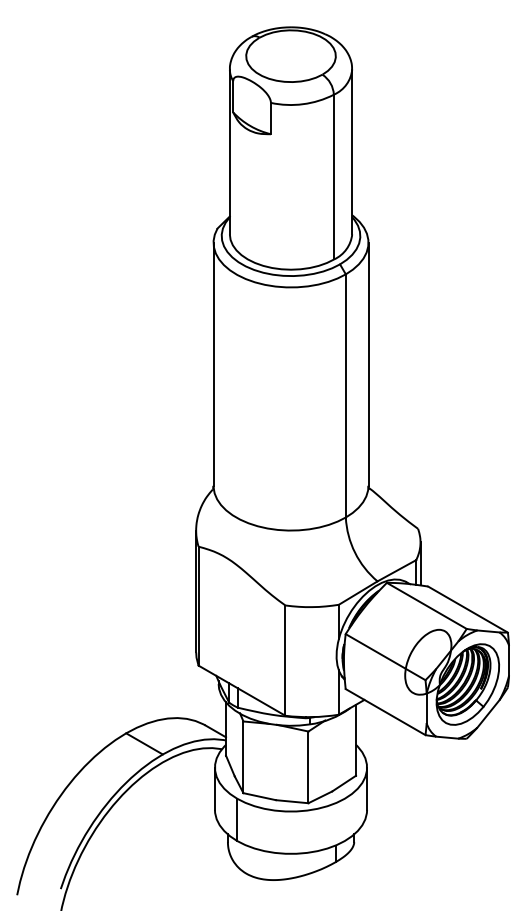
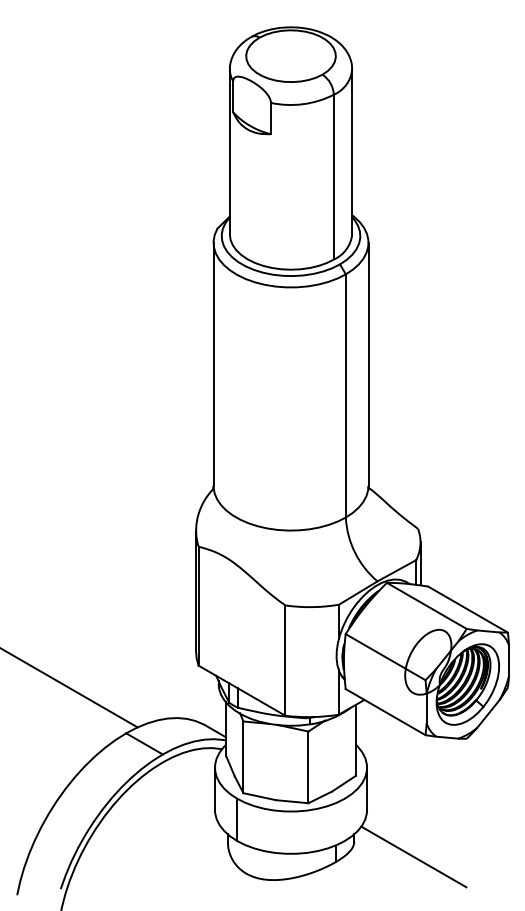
line at (69, 688): none -> present
line at (413, 856): none -> present
